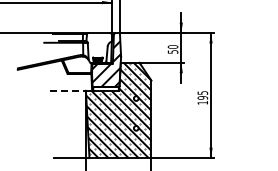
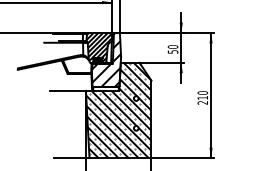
hatch at (99, 48): none -> present
line at (68, 90): dashed -> solid
text at (202, 97): 195 -> 210
